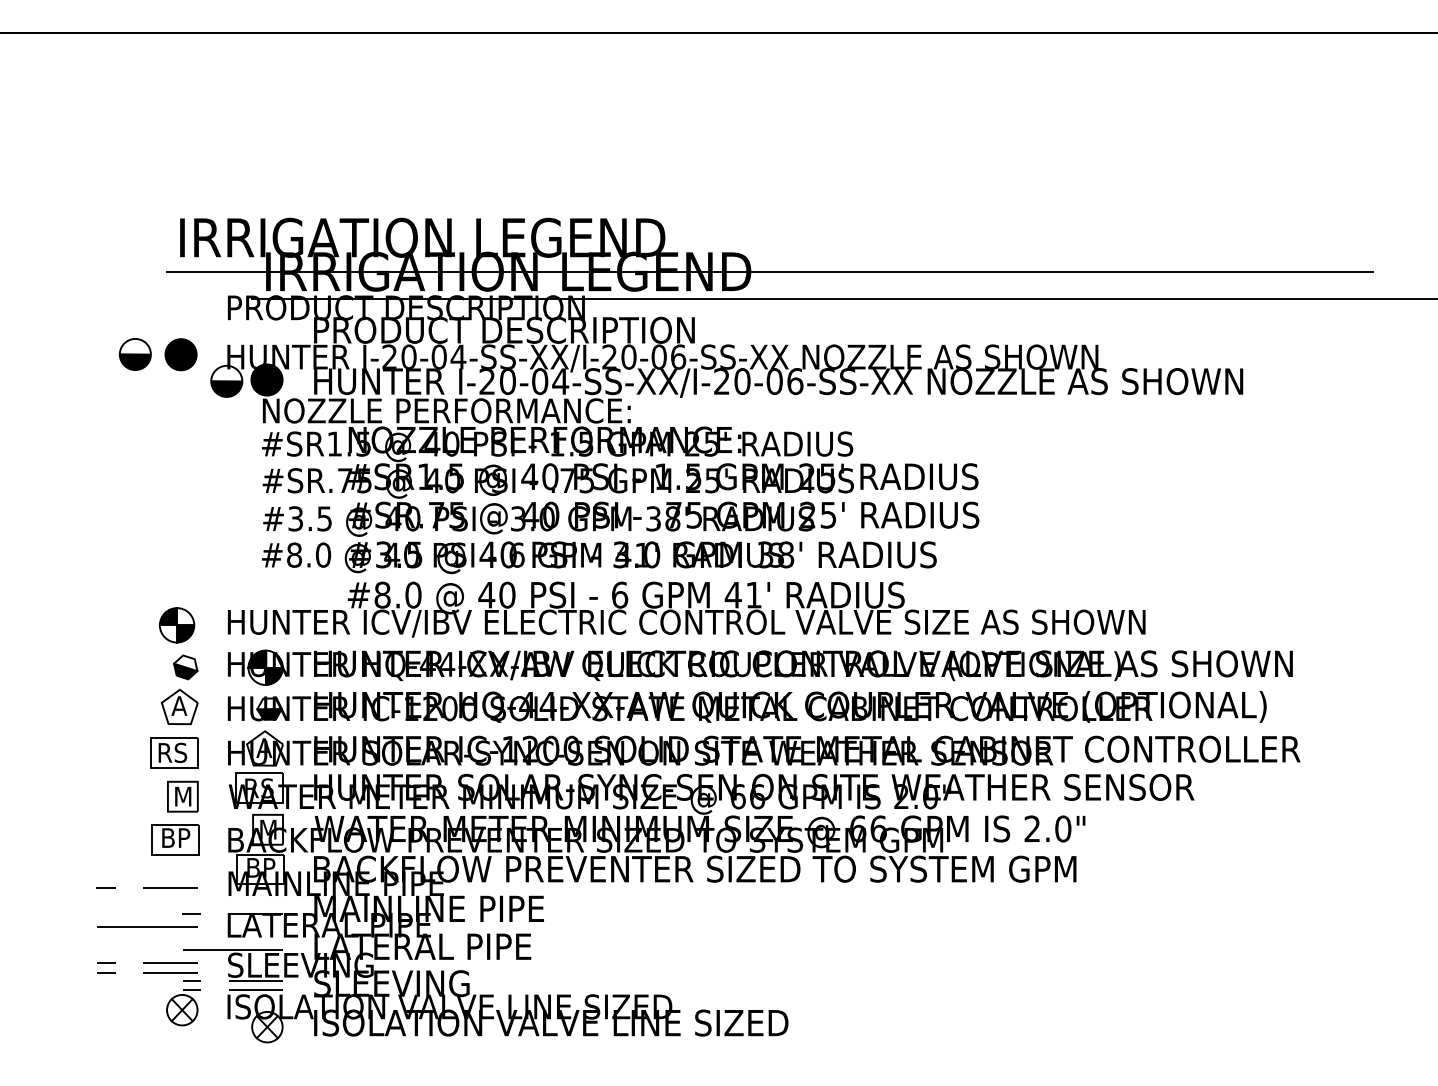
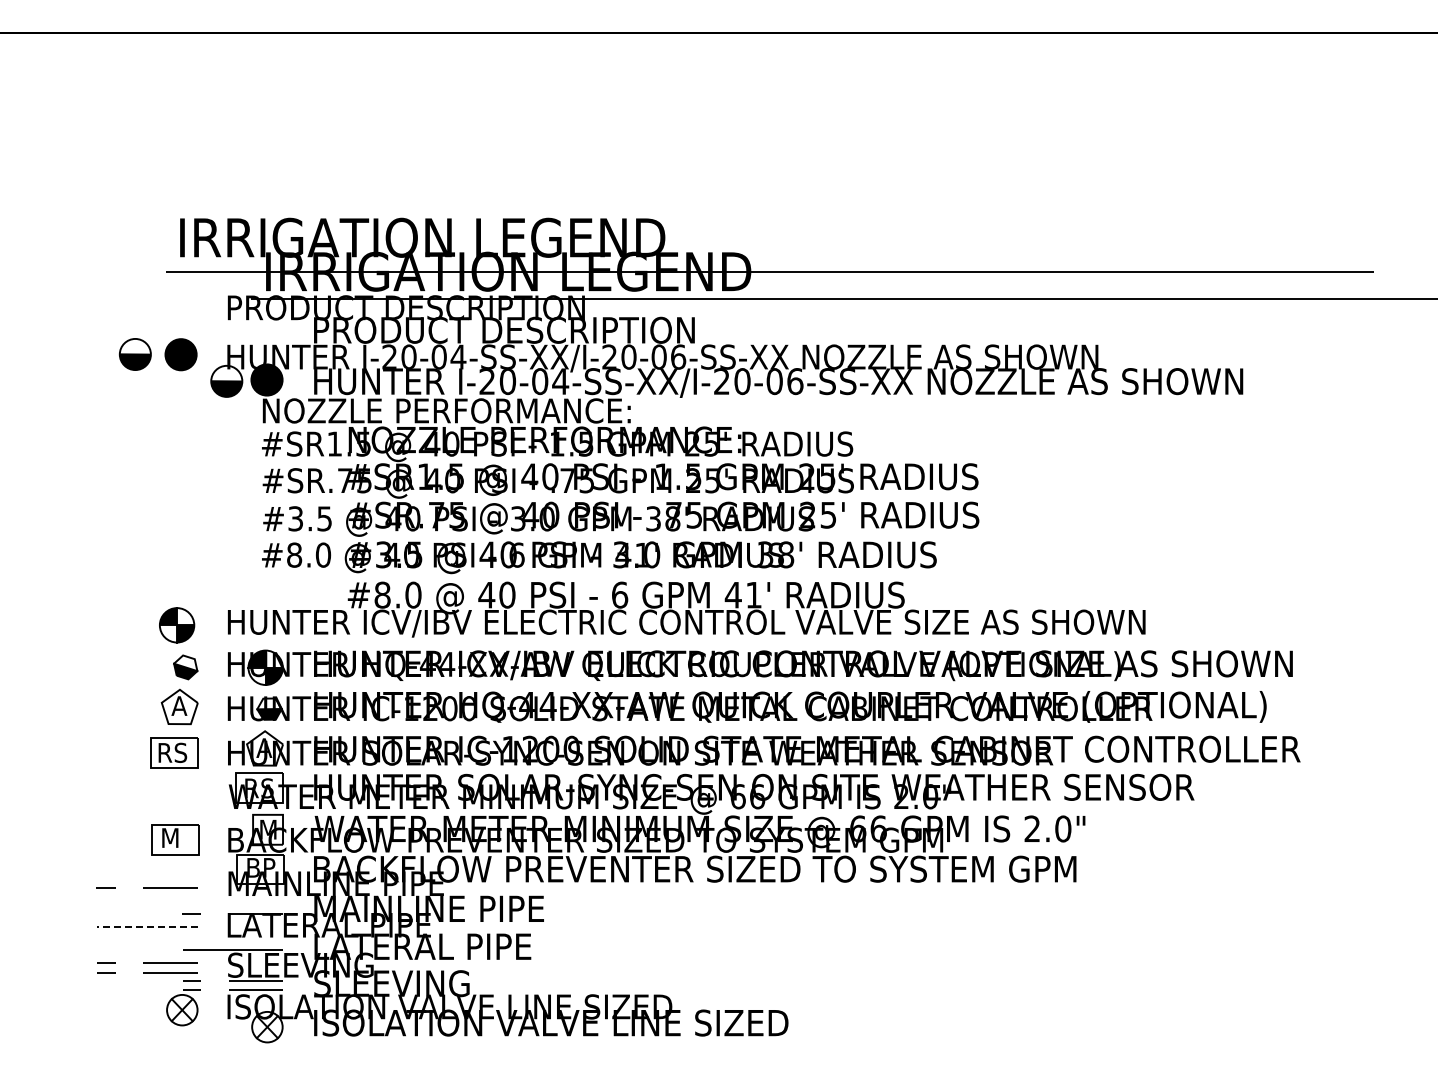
part at (182, 796): present -> none
text at (177, 837): BP -> M
line at (146, 927): solid -> dashed
